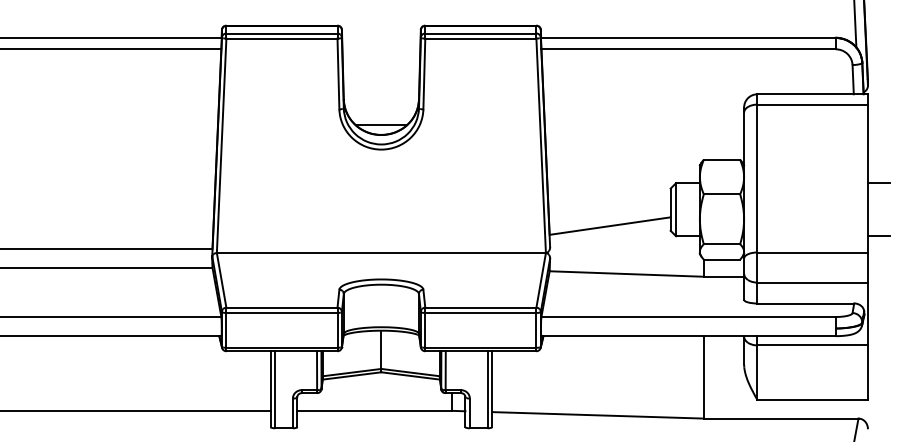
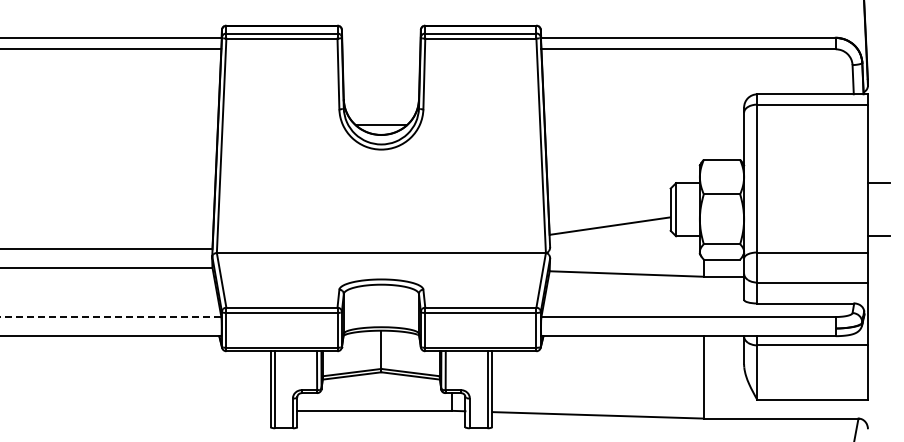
line at (855, 24): present -> none
line at (110, 317): solid -> dashed
line at (136, 410): present -> none
